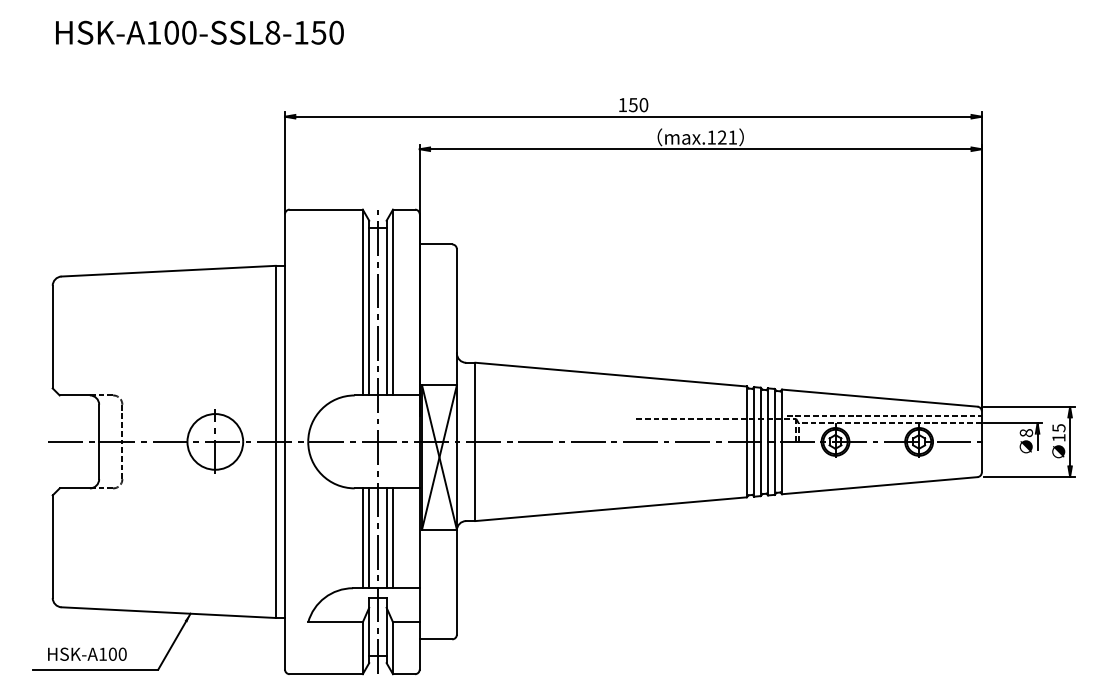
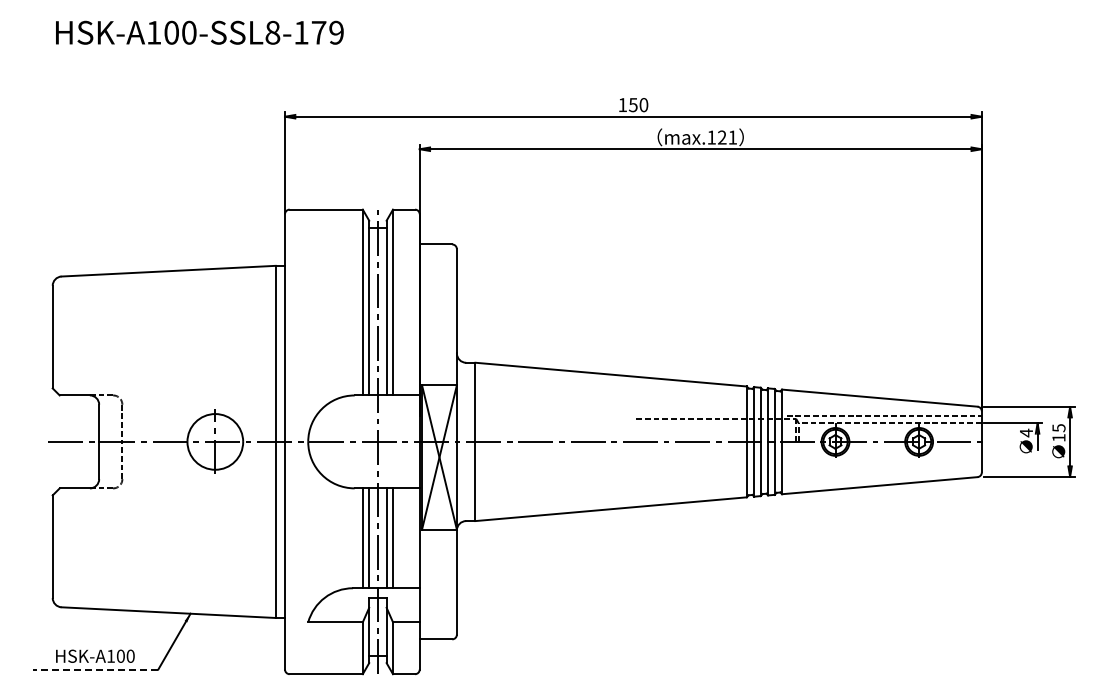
text at (327, 32): HSK-A100-SSL8-150 -> HSK-A100-SSL8-179
text at (1026, 432): 8 -> 4
text at (87, 653) position: (87, 653) -> (95, 655)
line at (95, 669): solid -> dashed
